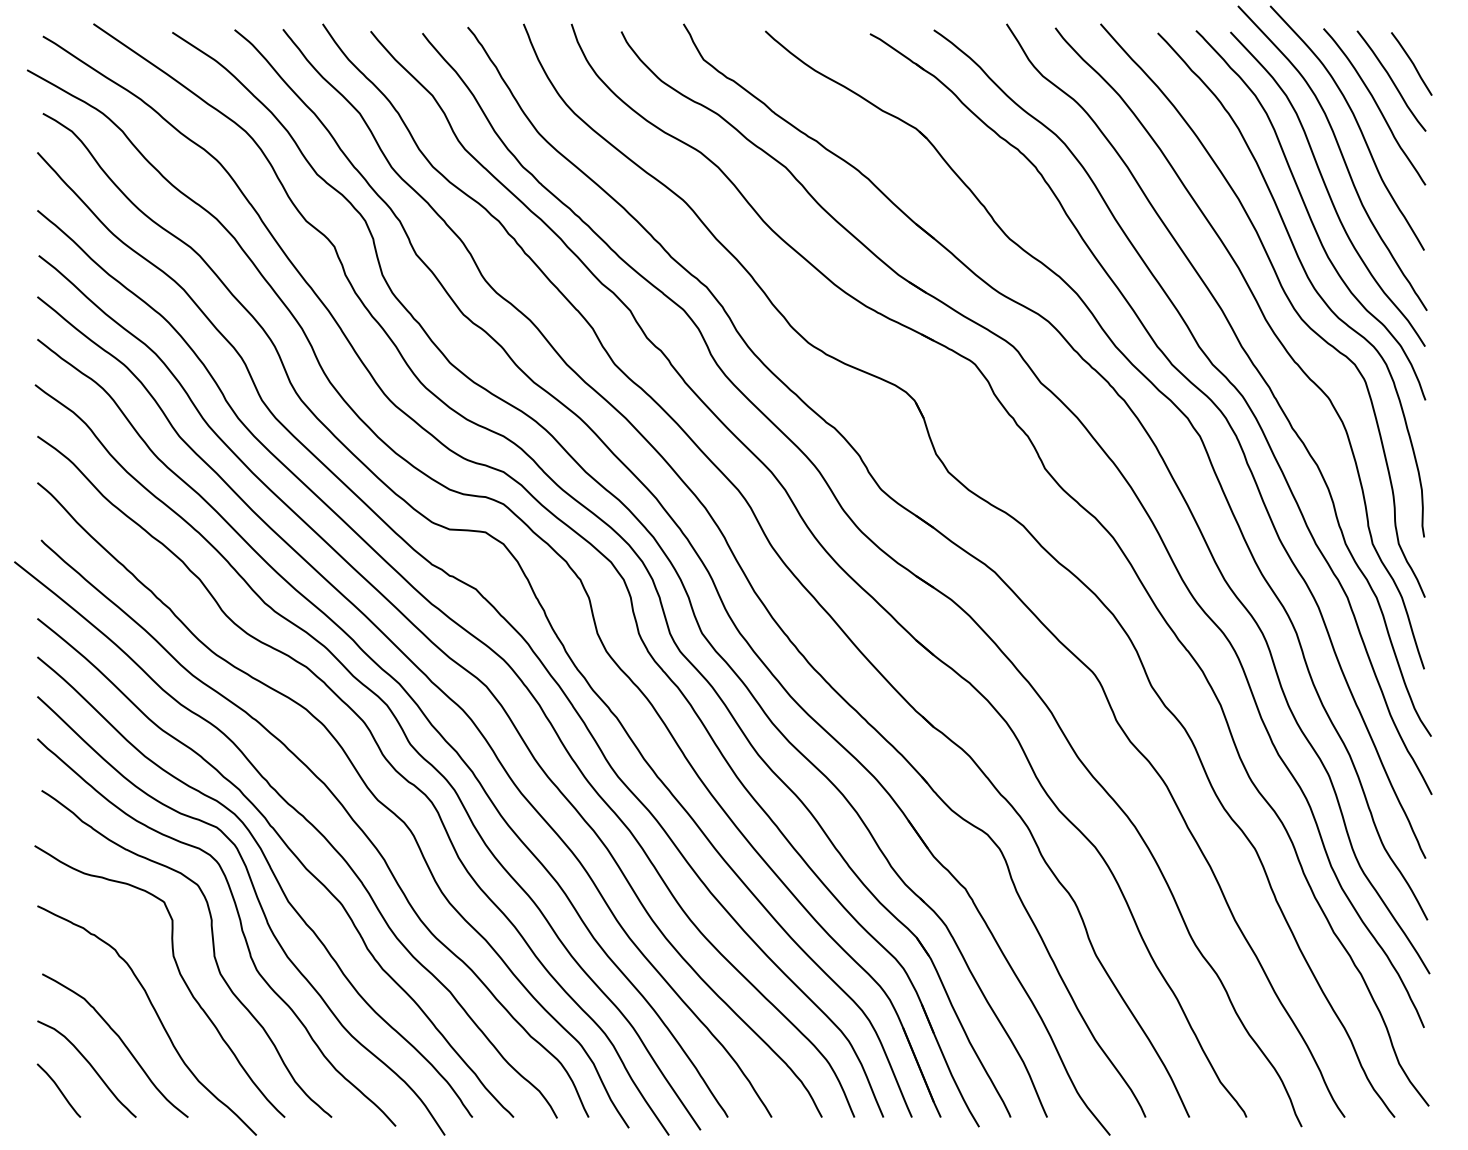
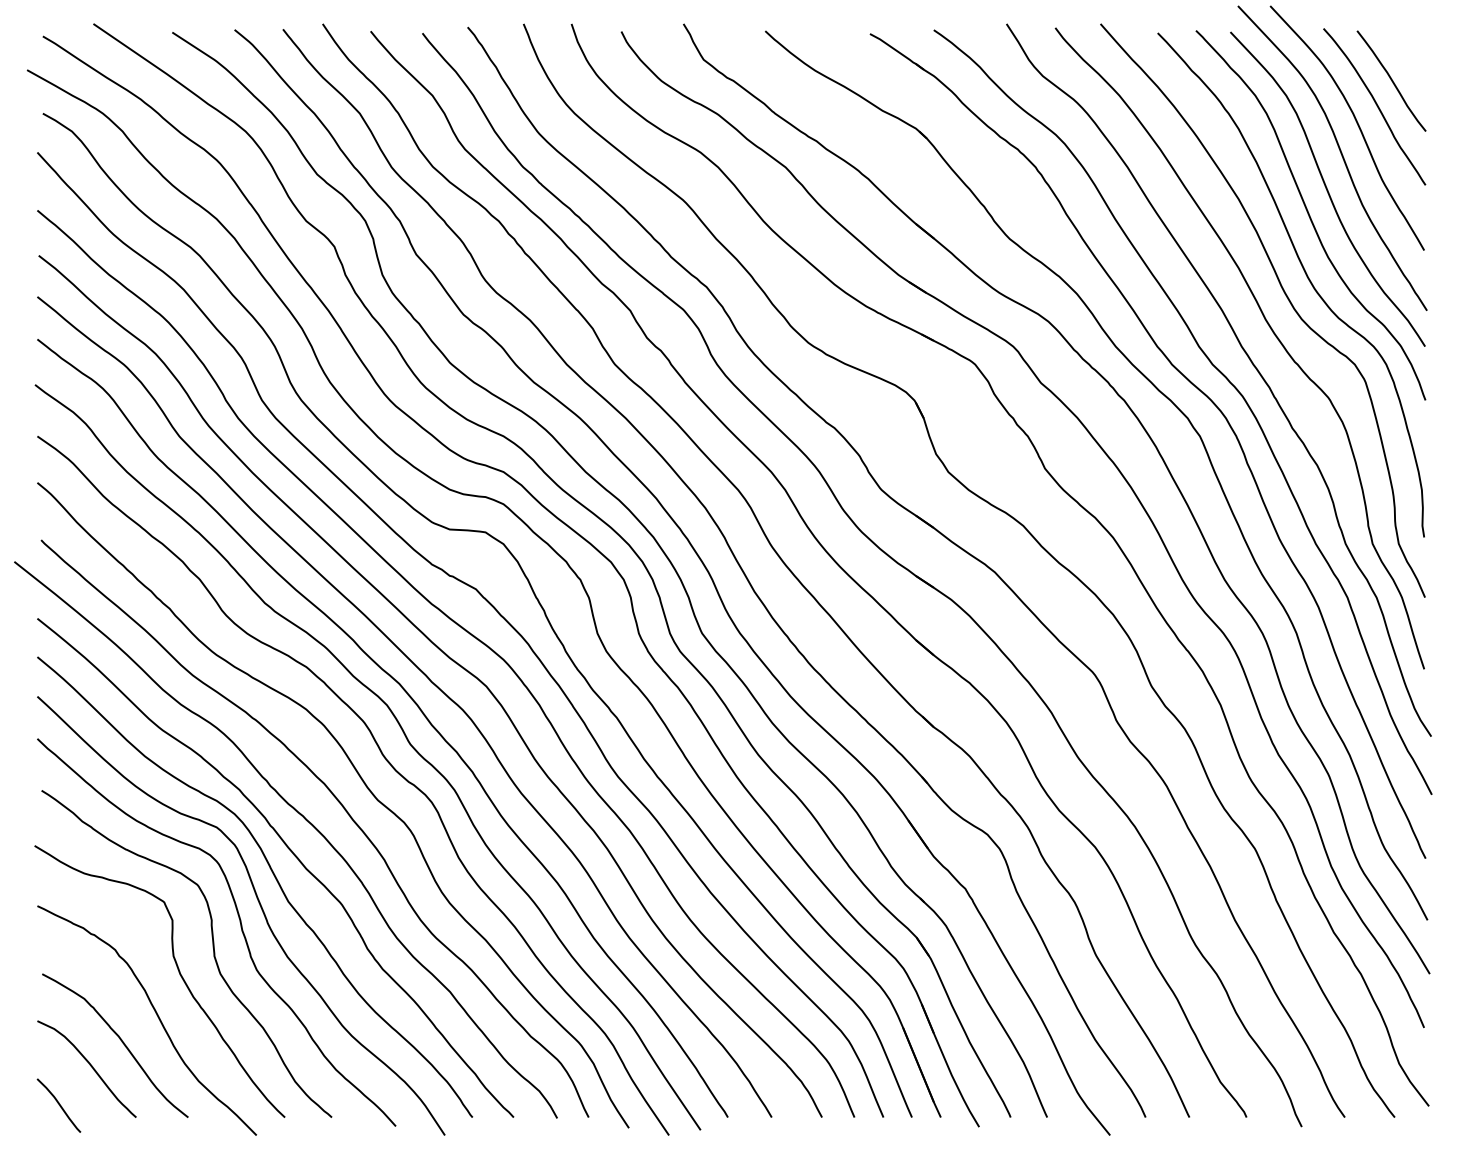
curve at (1411, 63): present -> none
curve at (58, 1089) position: (58, 1089) -> (58, 1104)
